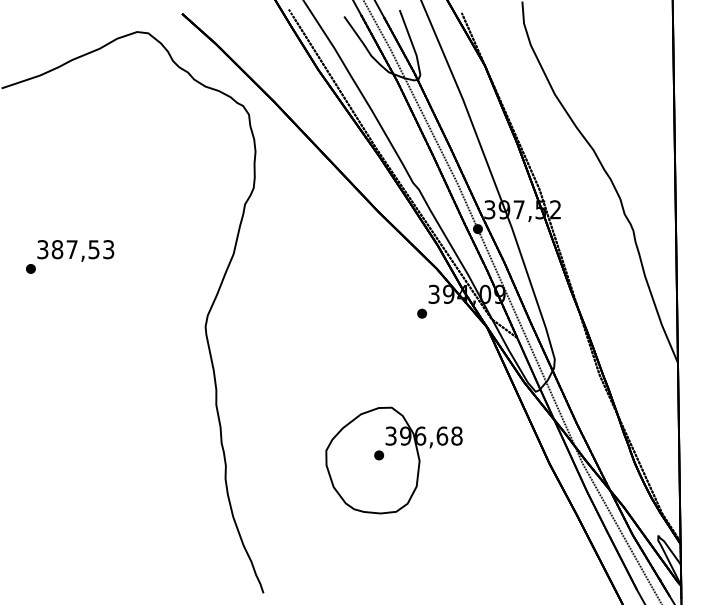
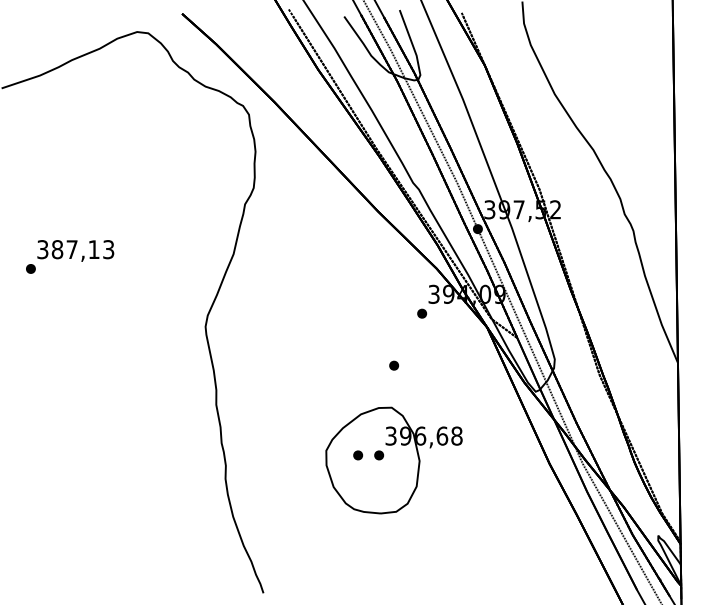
text at (93, 249): 387,53 -> 387,13
part at (394, 365): none -> present
part at (358, 455): none -> present
